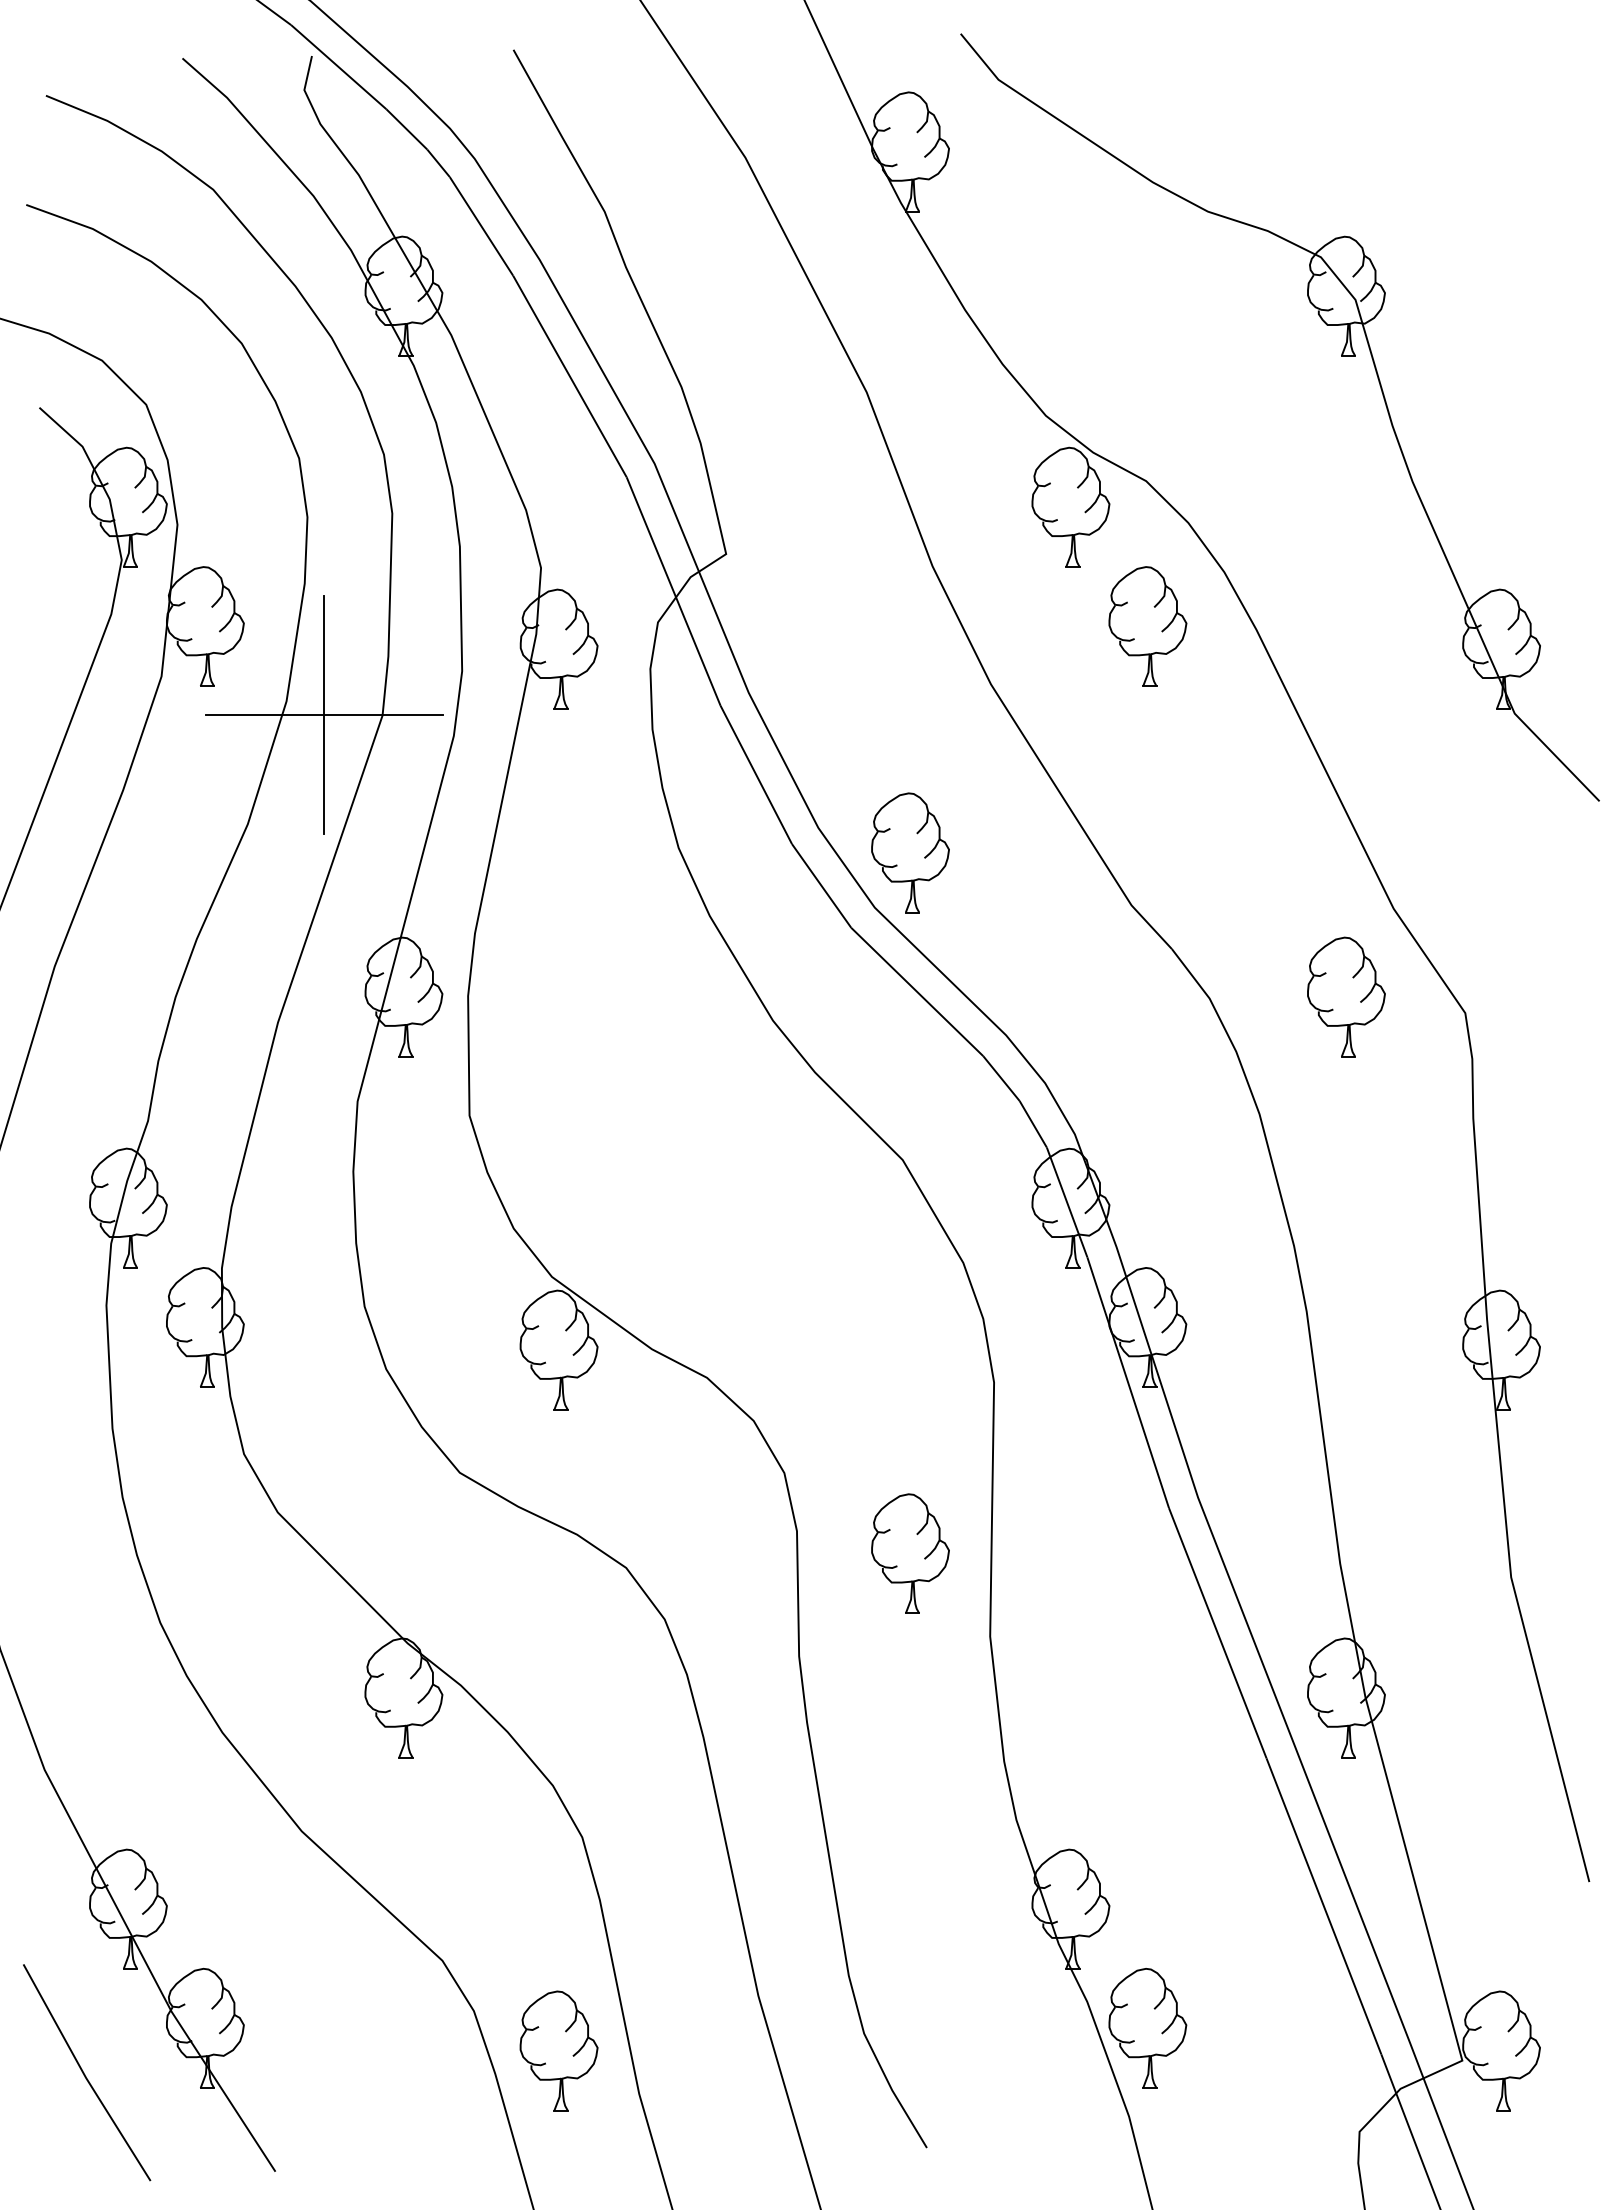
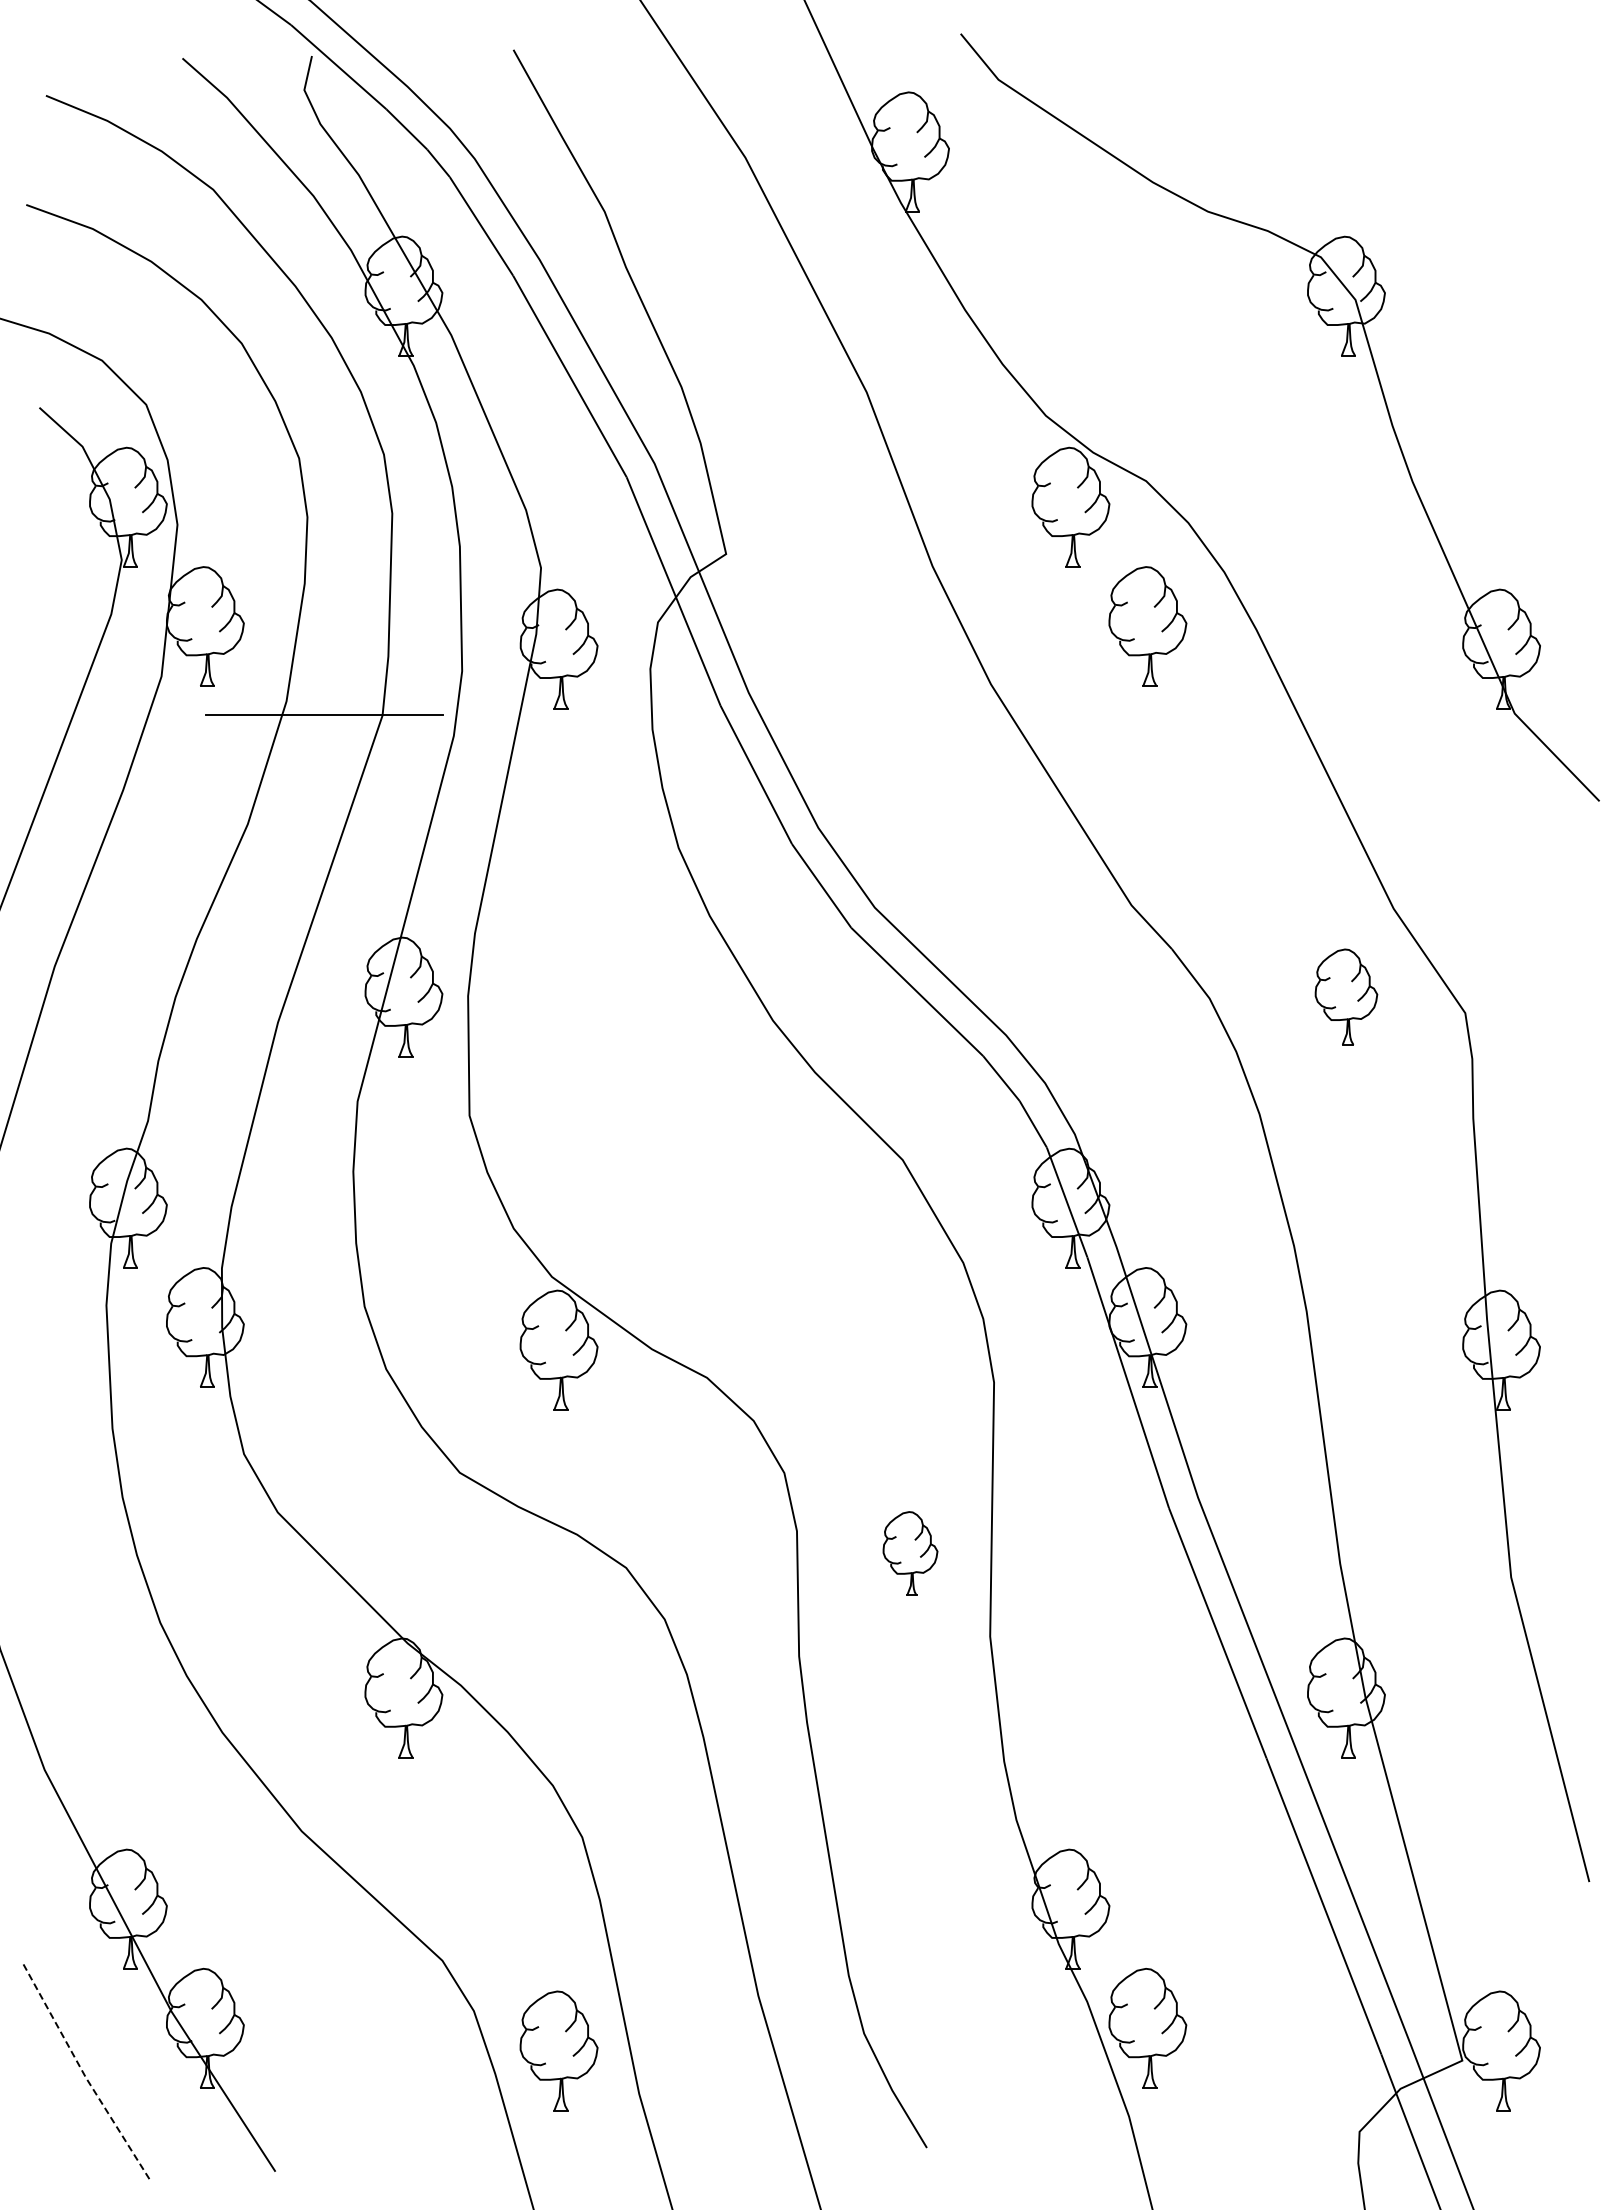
line at (324, 714): present -> none
part at (910, 852): present -> none
part at (1346, 996) size: 79x122 px -> 65x98 px
part at (910, 1553) size: 79x121 px -> 57x85 px
line at (84, 2075): solid -> dashed
